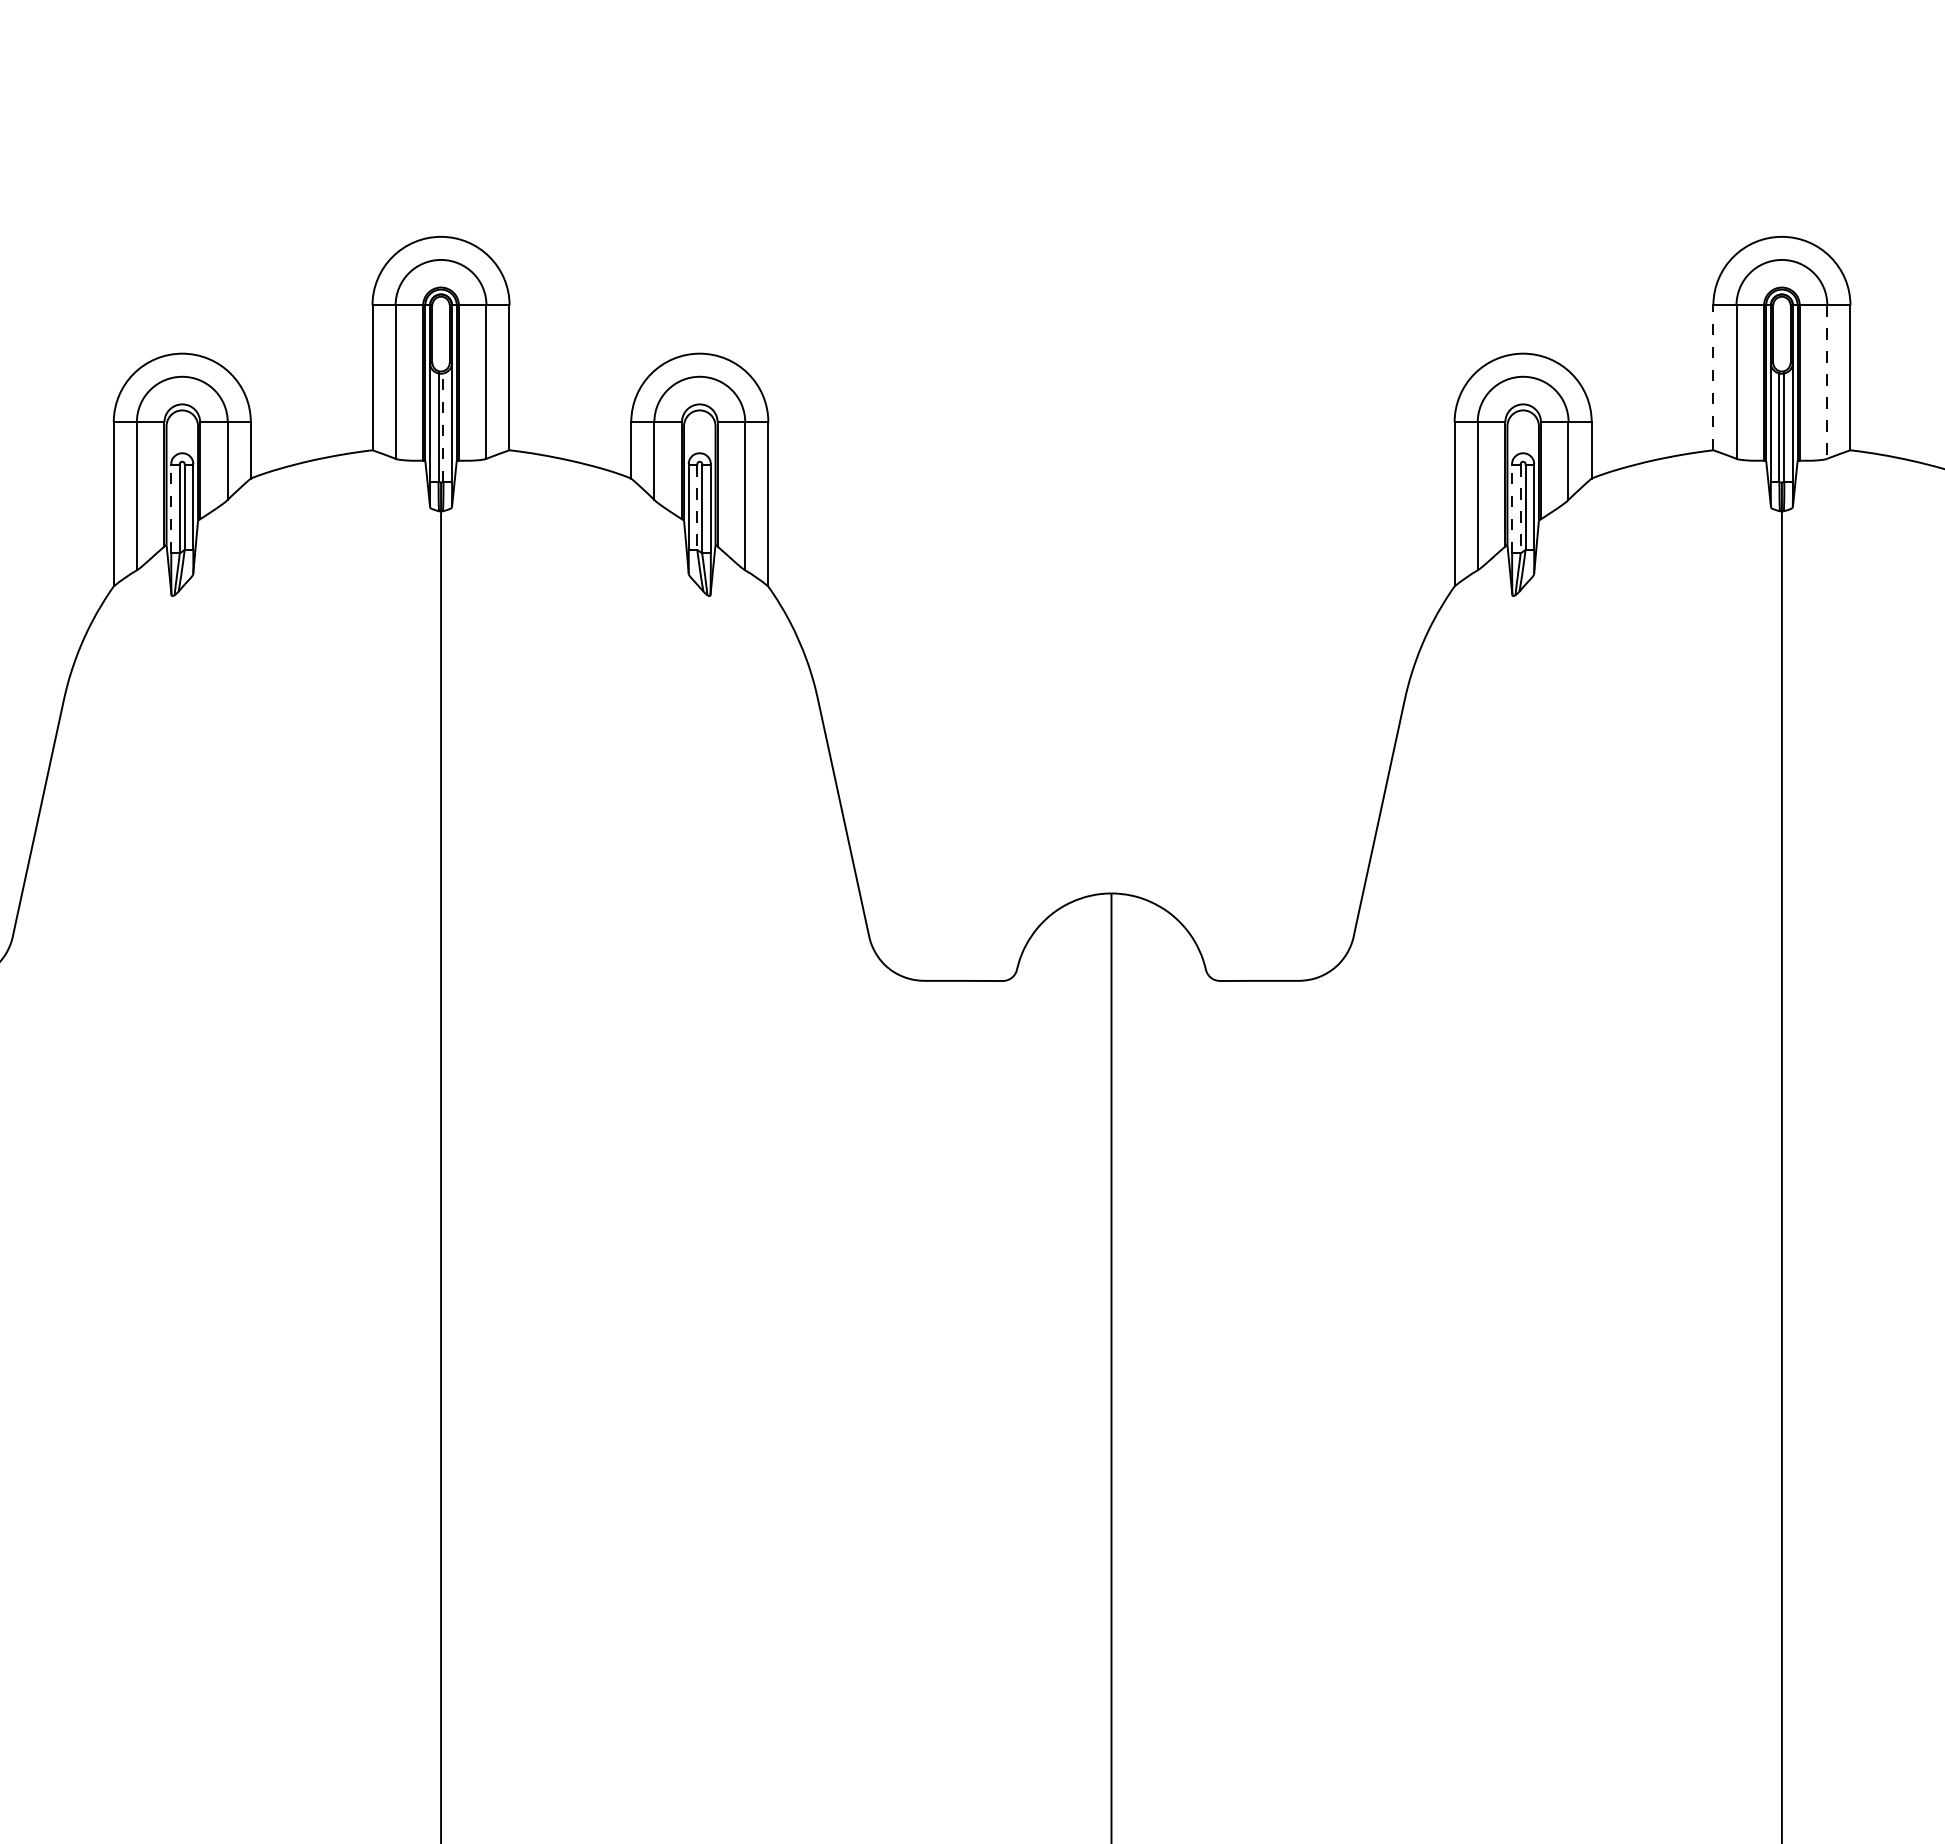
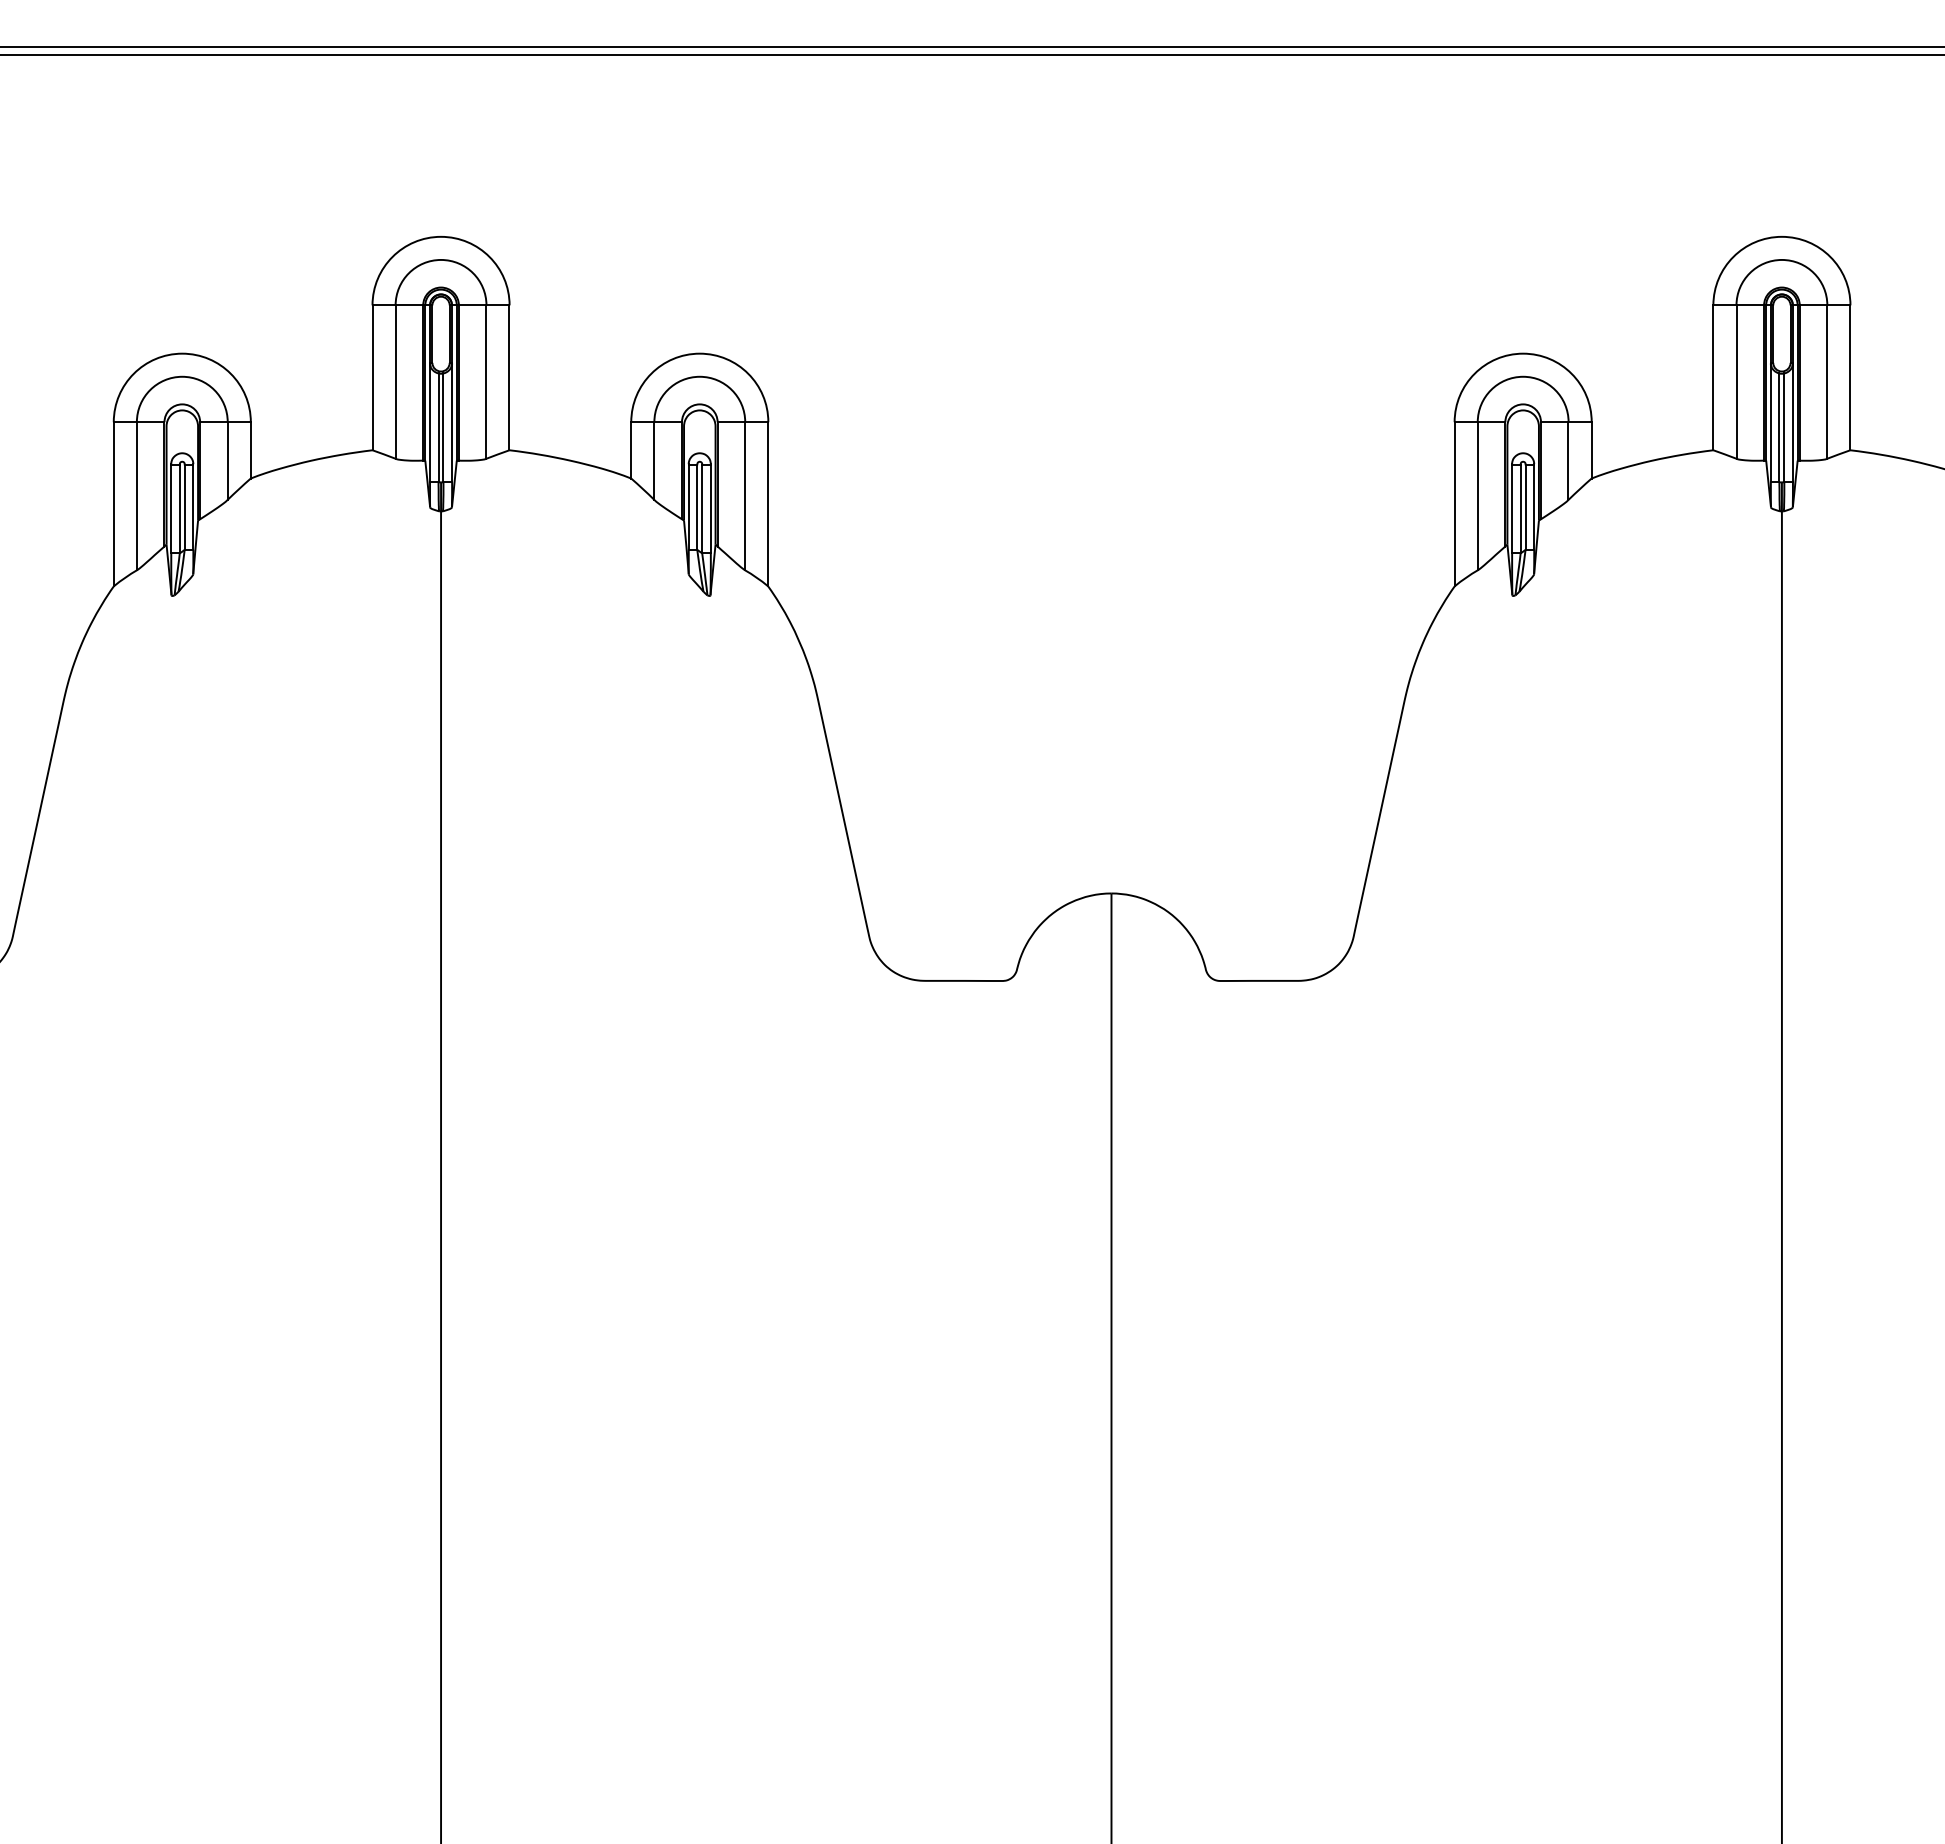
line at (971, 46): none -> present
line at (971, 55): none -> present
line at (1713, 377): dashed -> solid
line at (1827, 382): dashed -> solid
line at (443, 427): dashed -> solid
line at (171, 508): dashed -> solid
line at (697, 508): dashed -> solid
line at (1512, 508): dashed -> solid
line at (1520, 509): dashed -> solid
